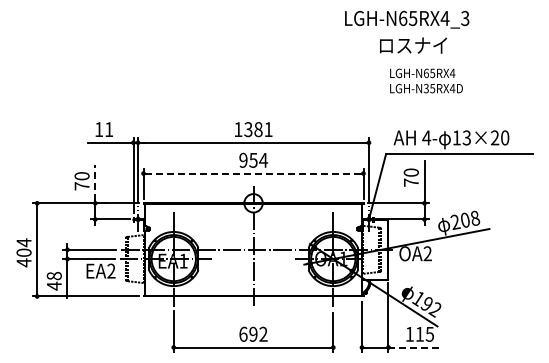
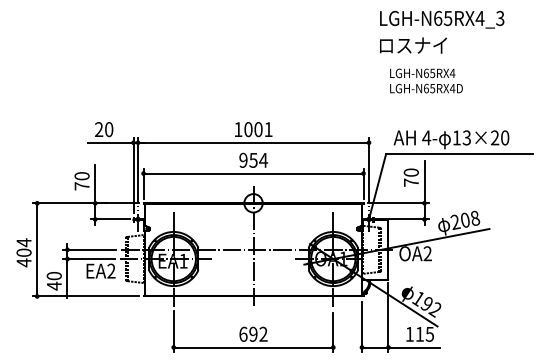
text at (407, 19) position: (407, 19) -> (442, 19)
text at (425, 88): LGH-N35RX4D -> LGH-N65RX4D
text at (104, 129): 11 -> 20
text at (253, 129): 1381 -> 1001
line at (253, 173): dashed -> solid
line at (95, 182): dashed -> solid
text at (54, 275): 48 -> 40
line at (414, 347): dashed -> solid
